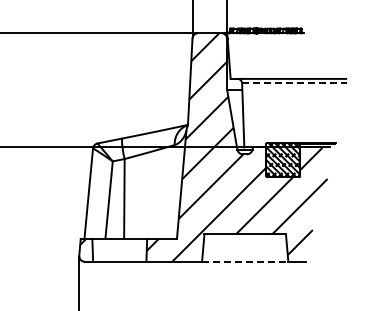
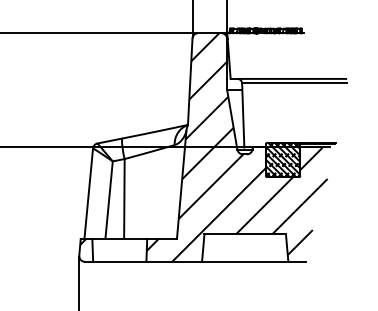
line at (294, 83): dashed -> solid
line at (245, 261): dashed -> solid
